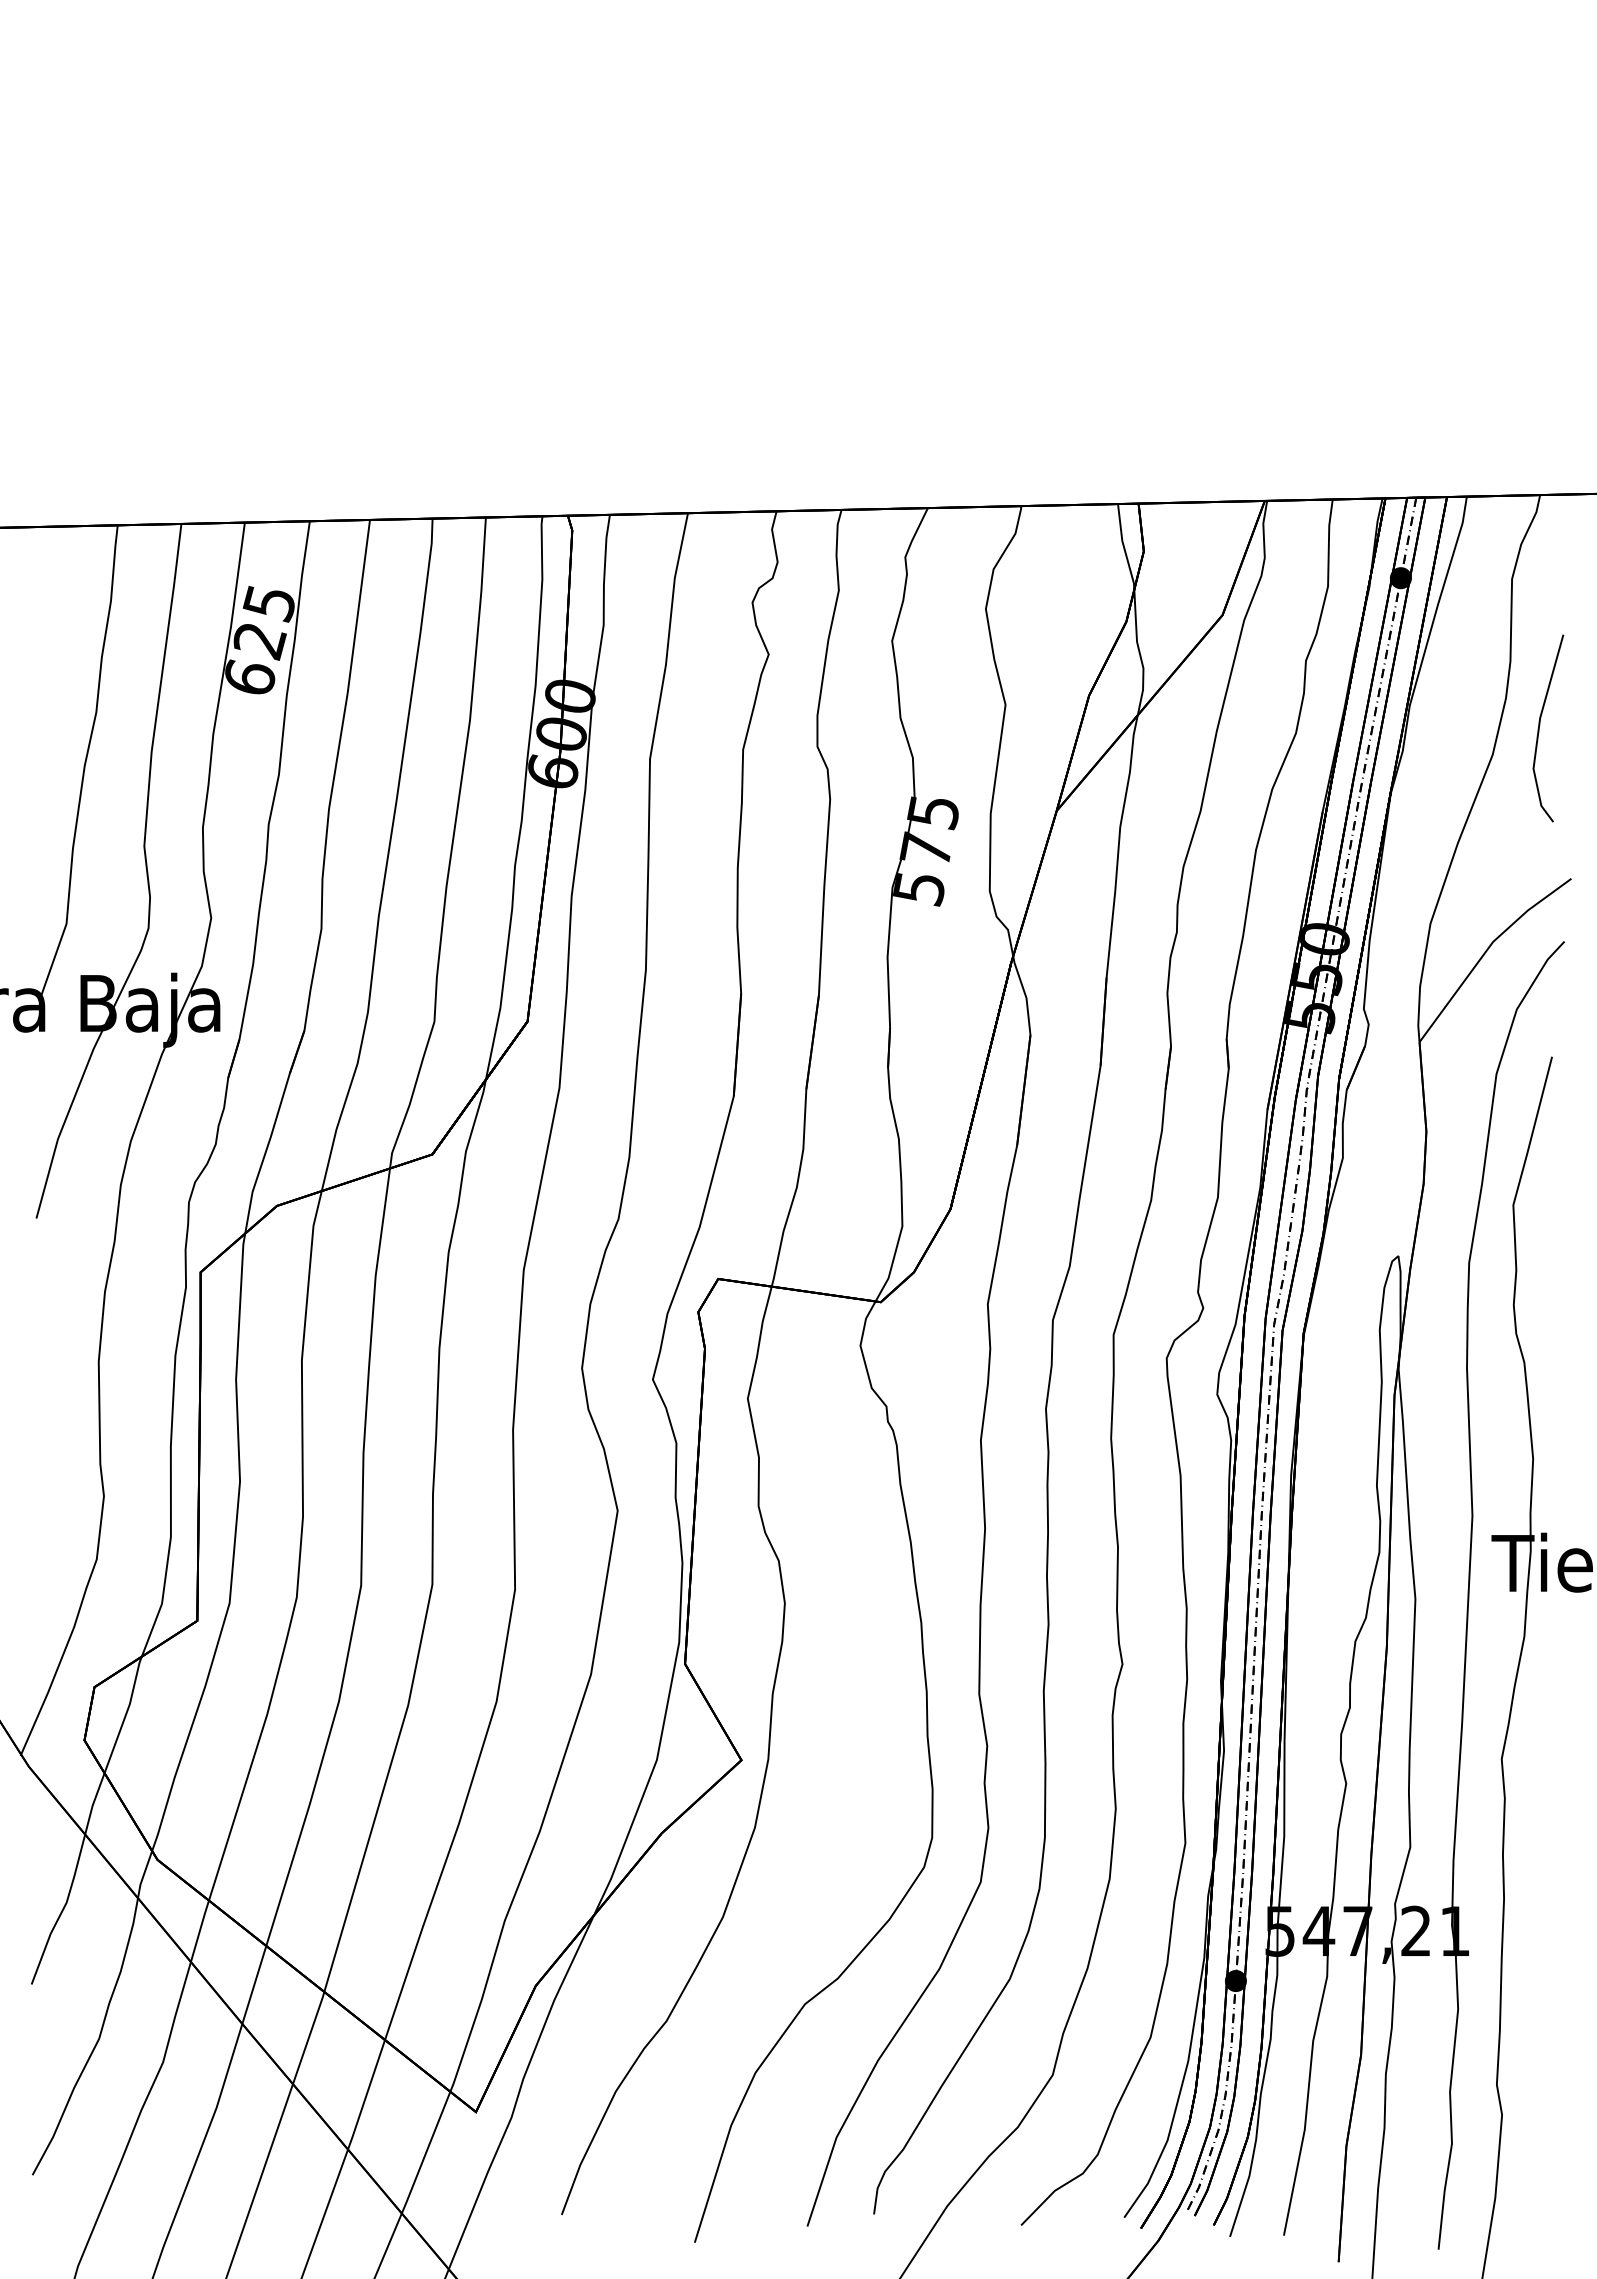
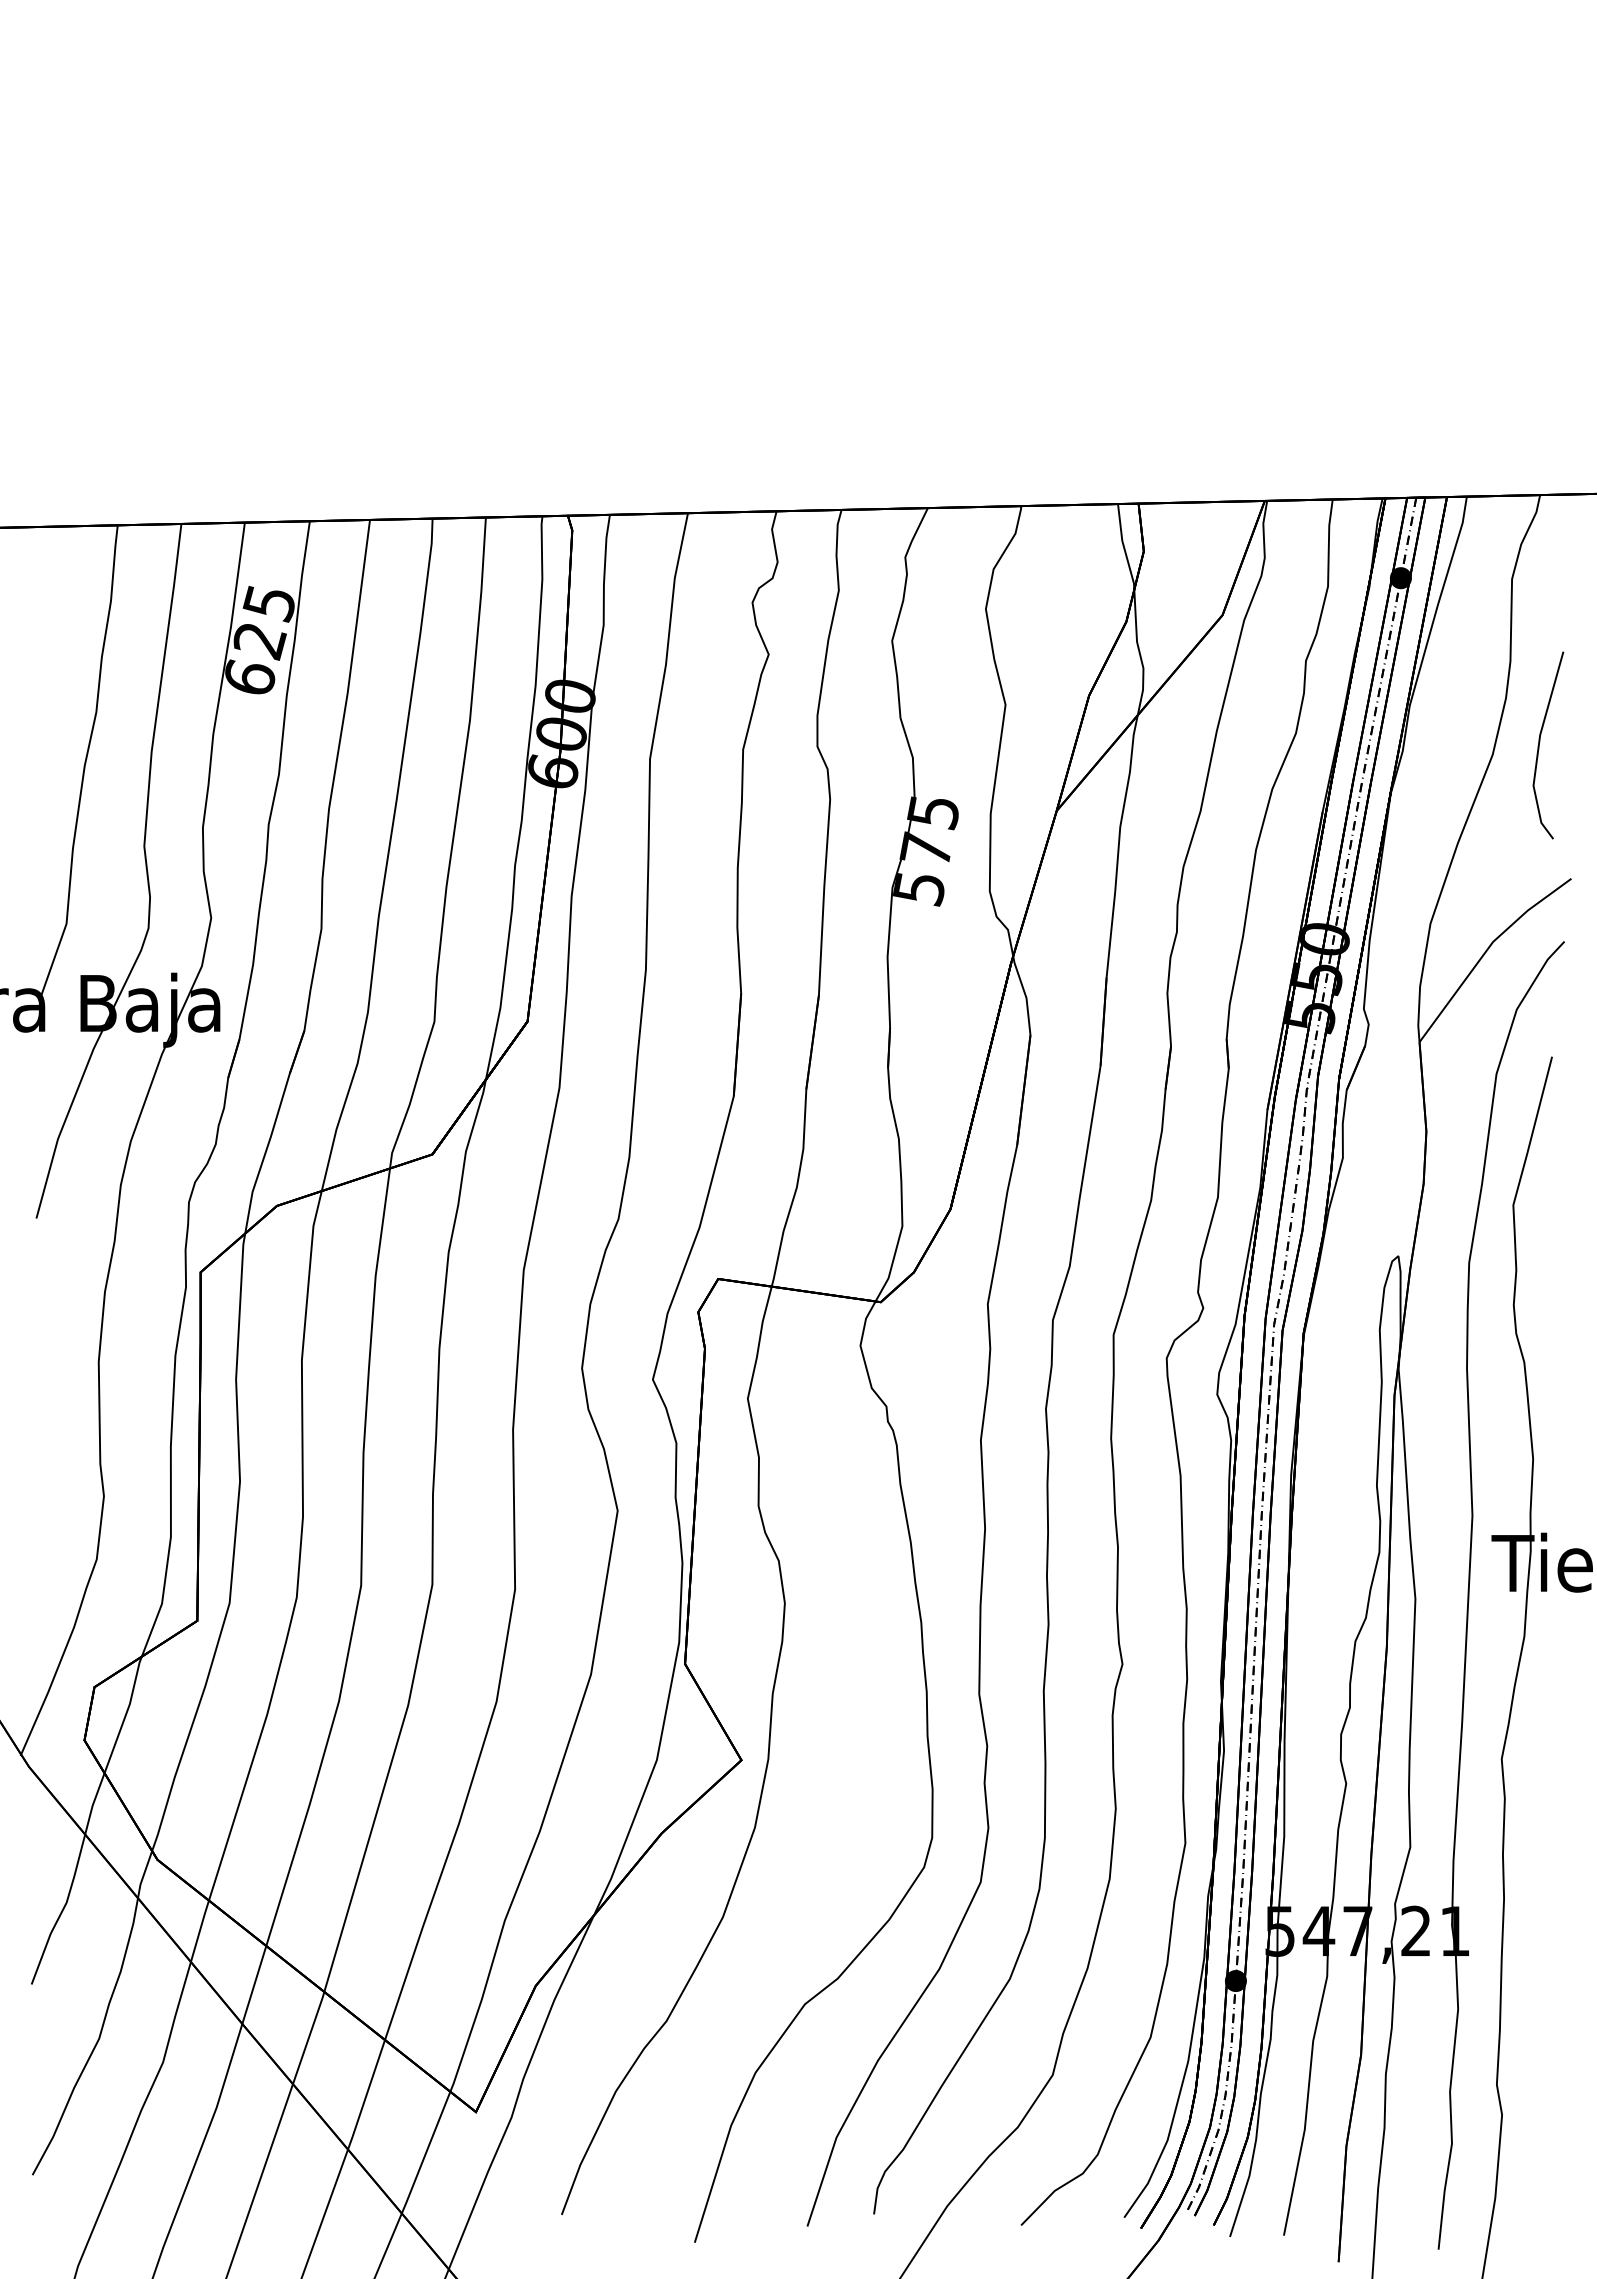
line at (1540, 725) position: (1540, 725) -> (1540, 742)
